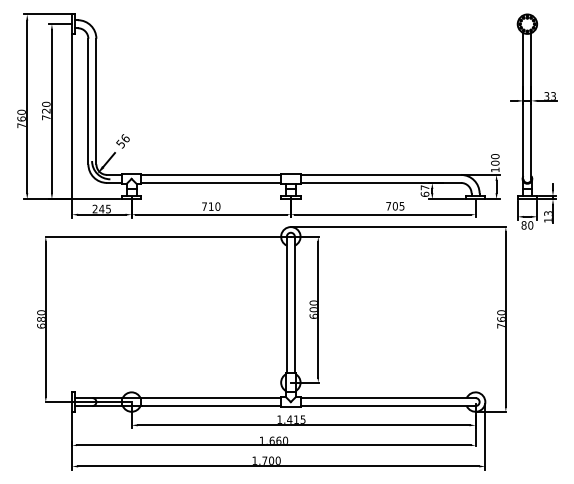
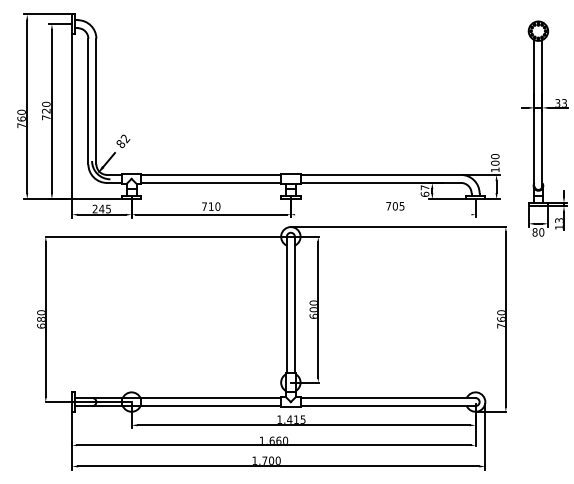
part at (533, 121) position: (533, 121) -> (544, 128)
text at (123, 141): 56 -> 82
line at (383, 214): present -> none
